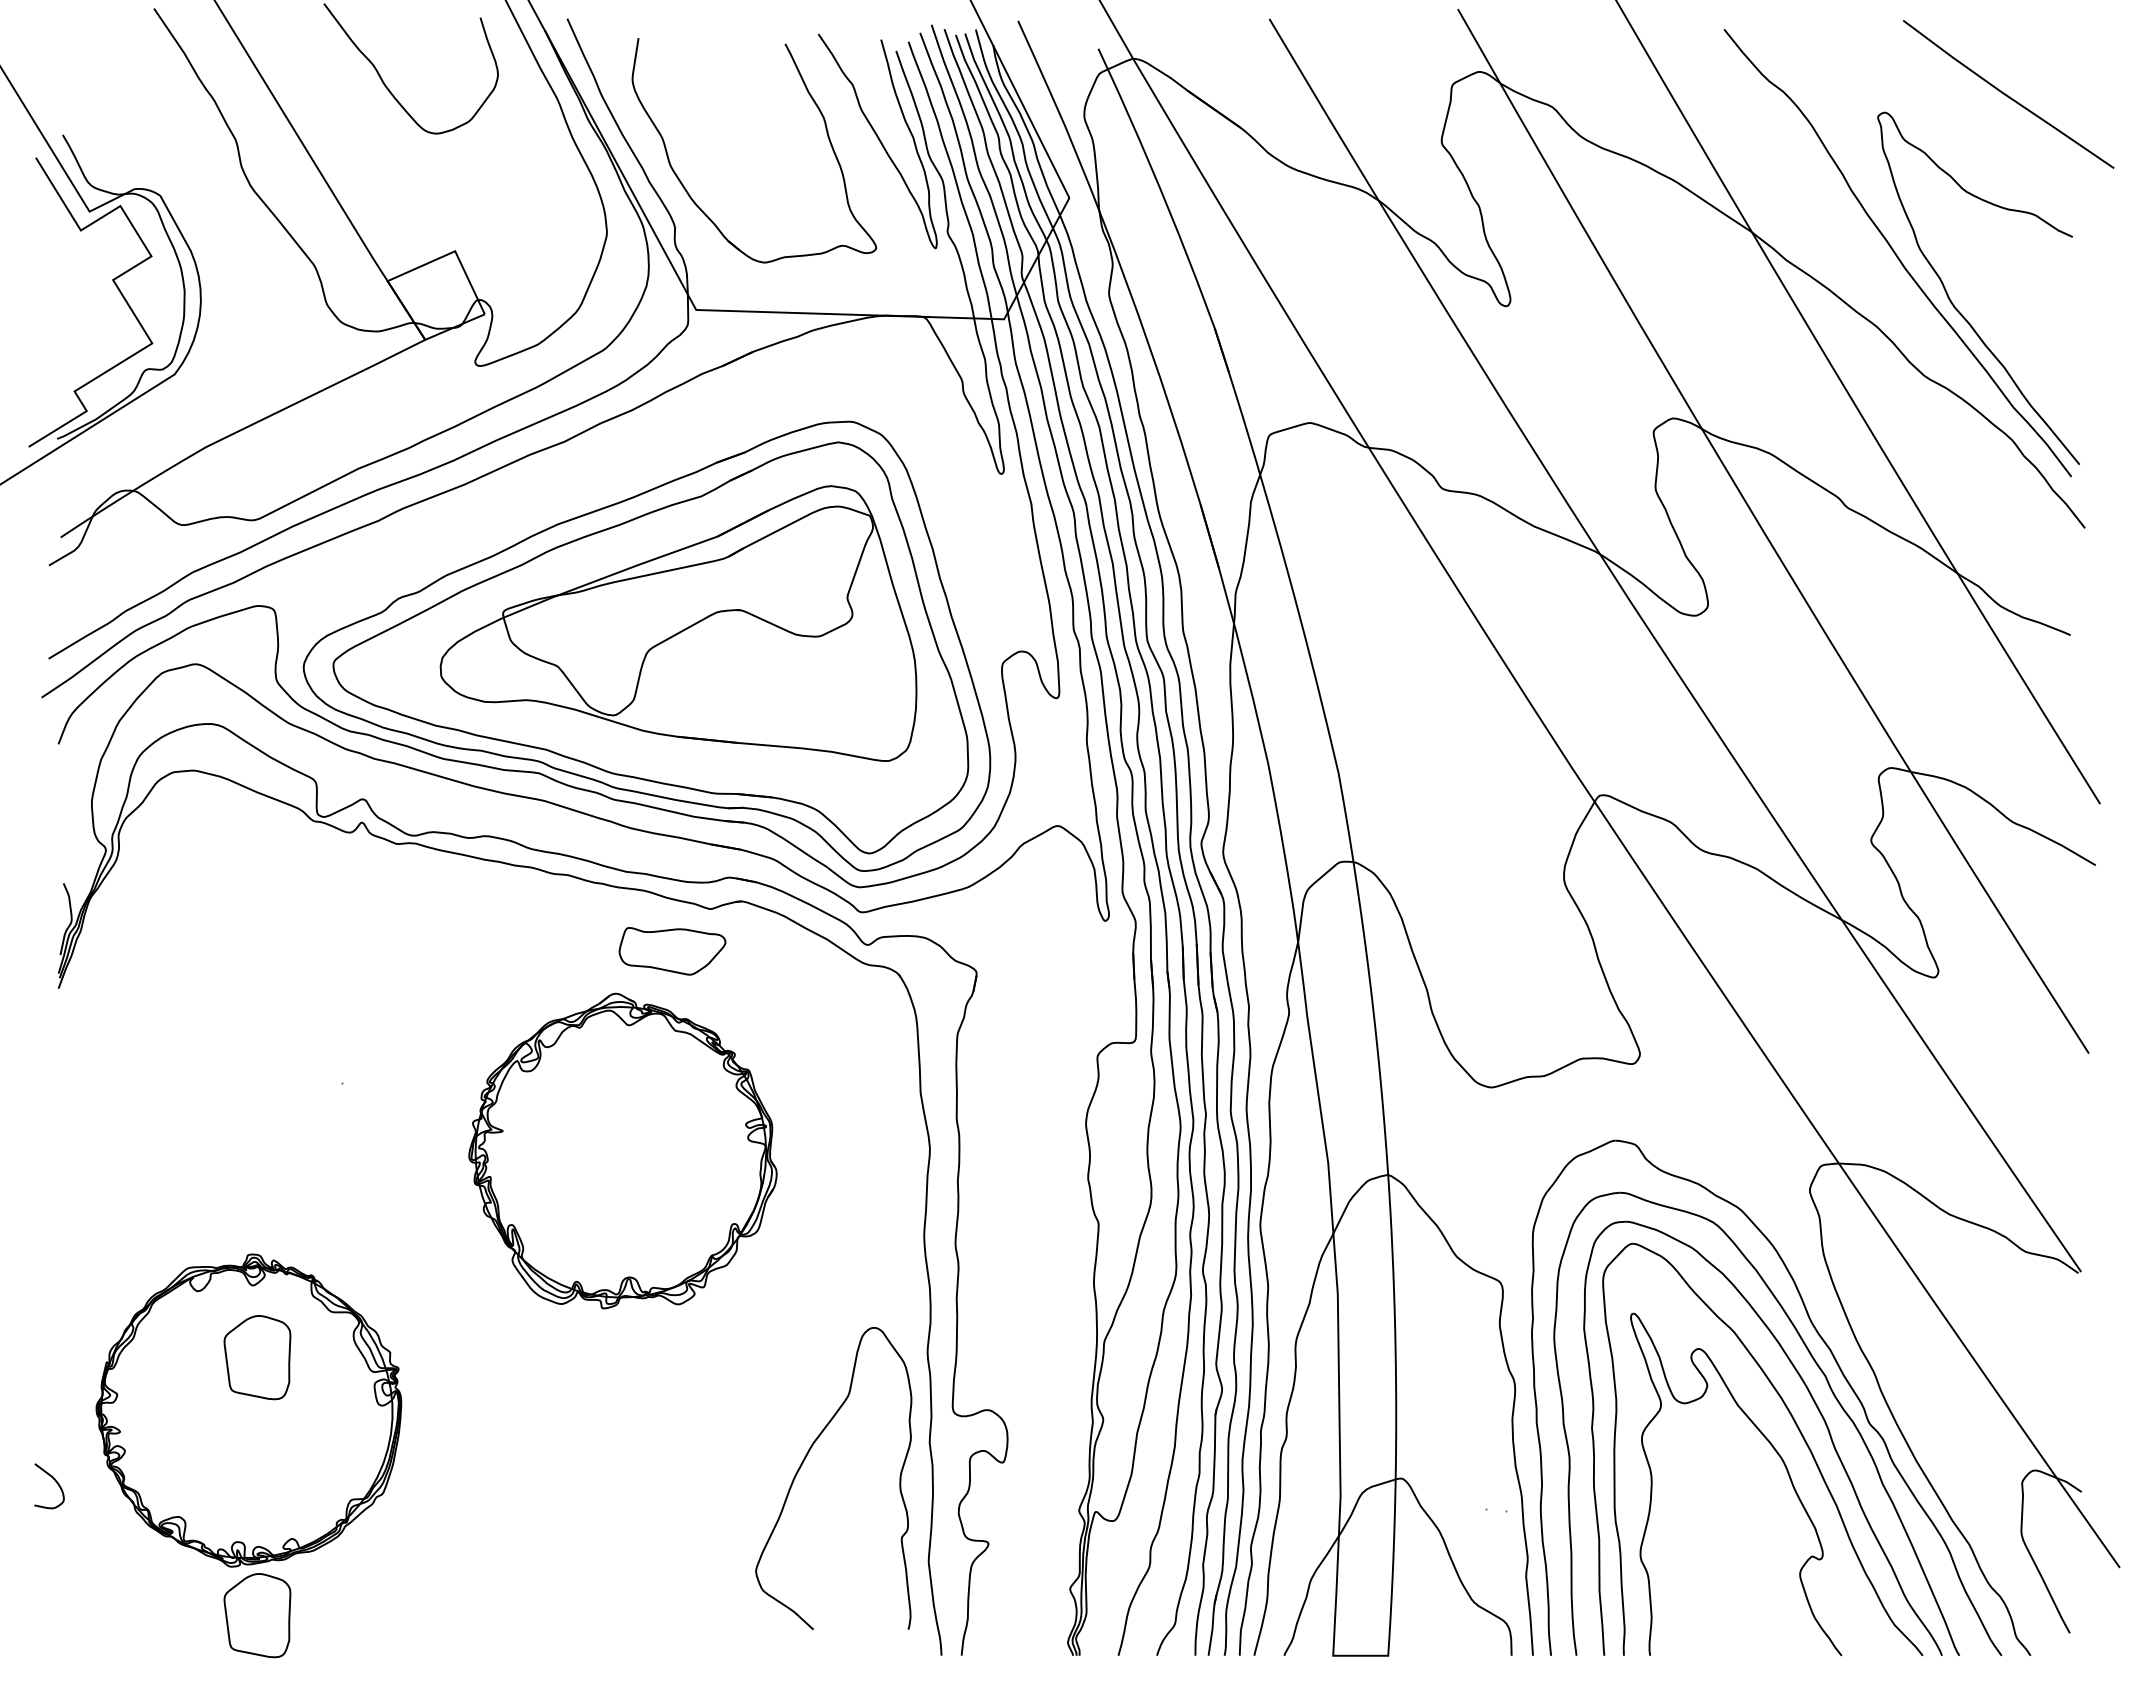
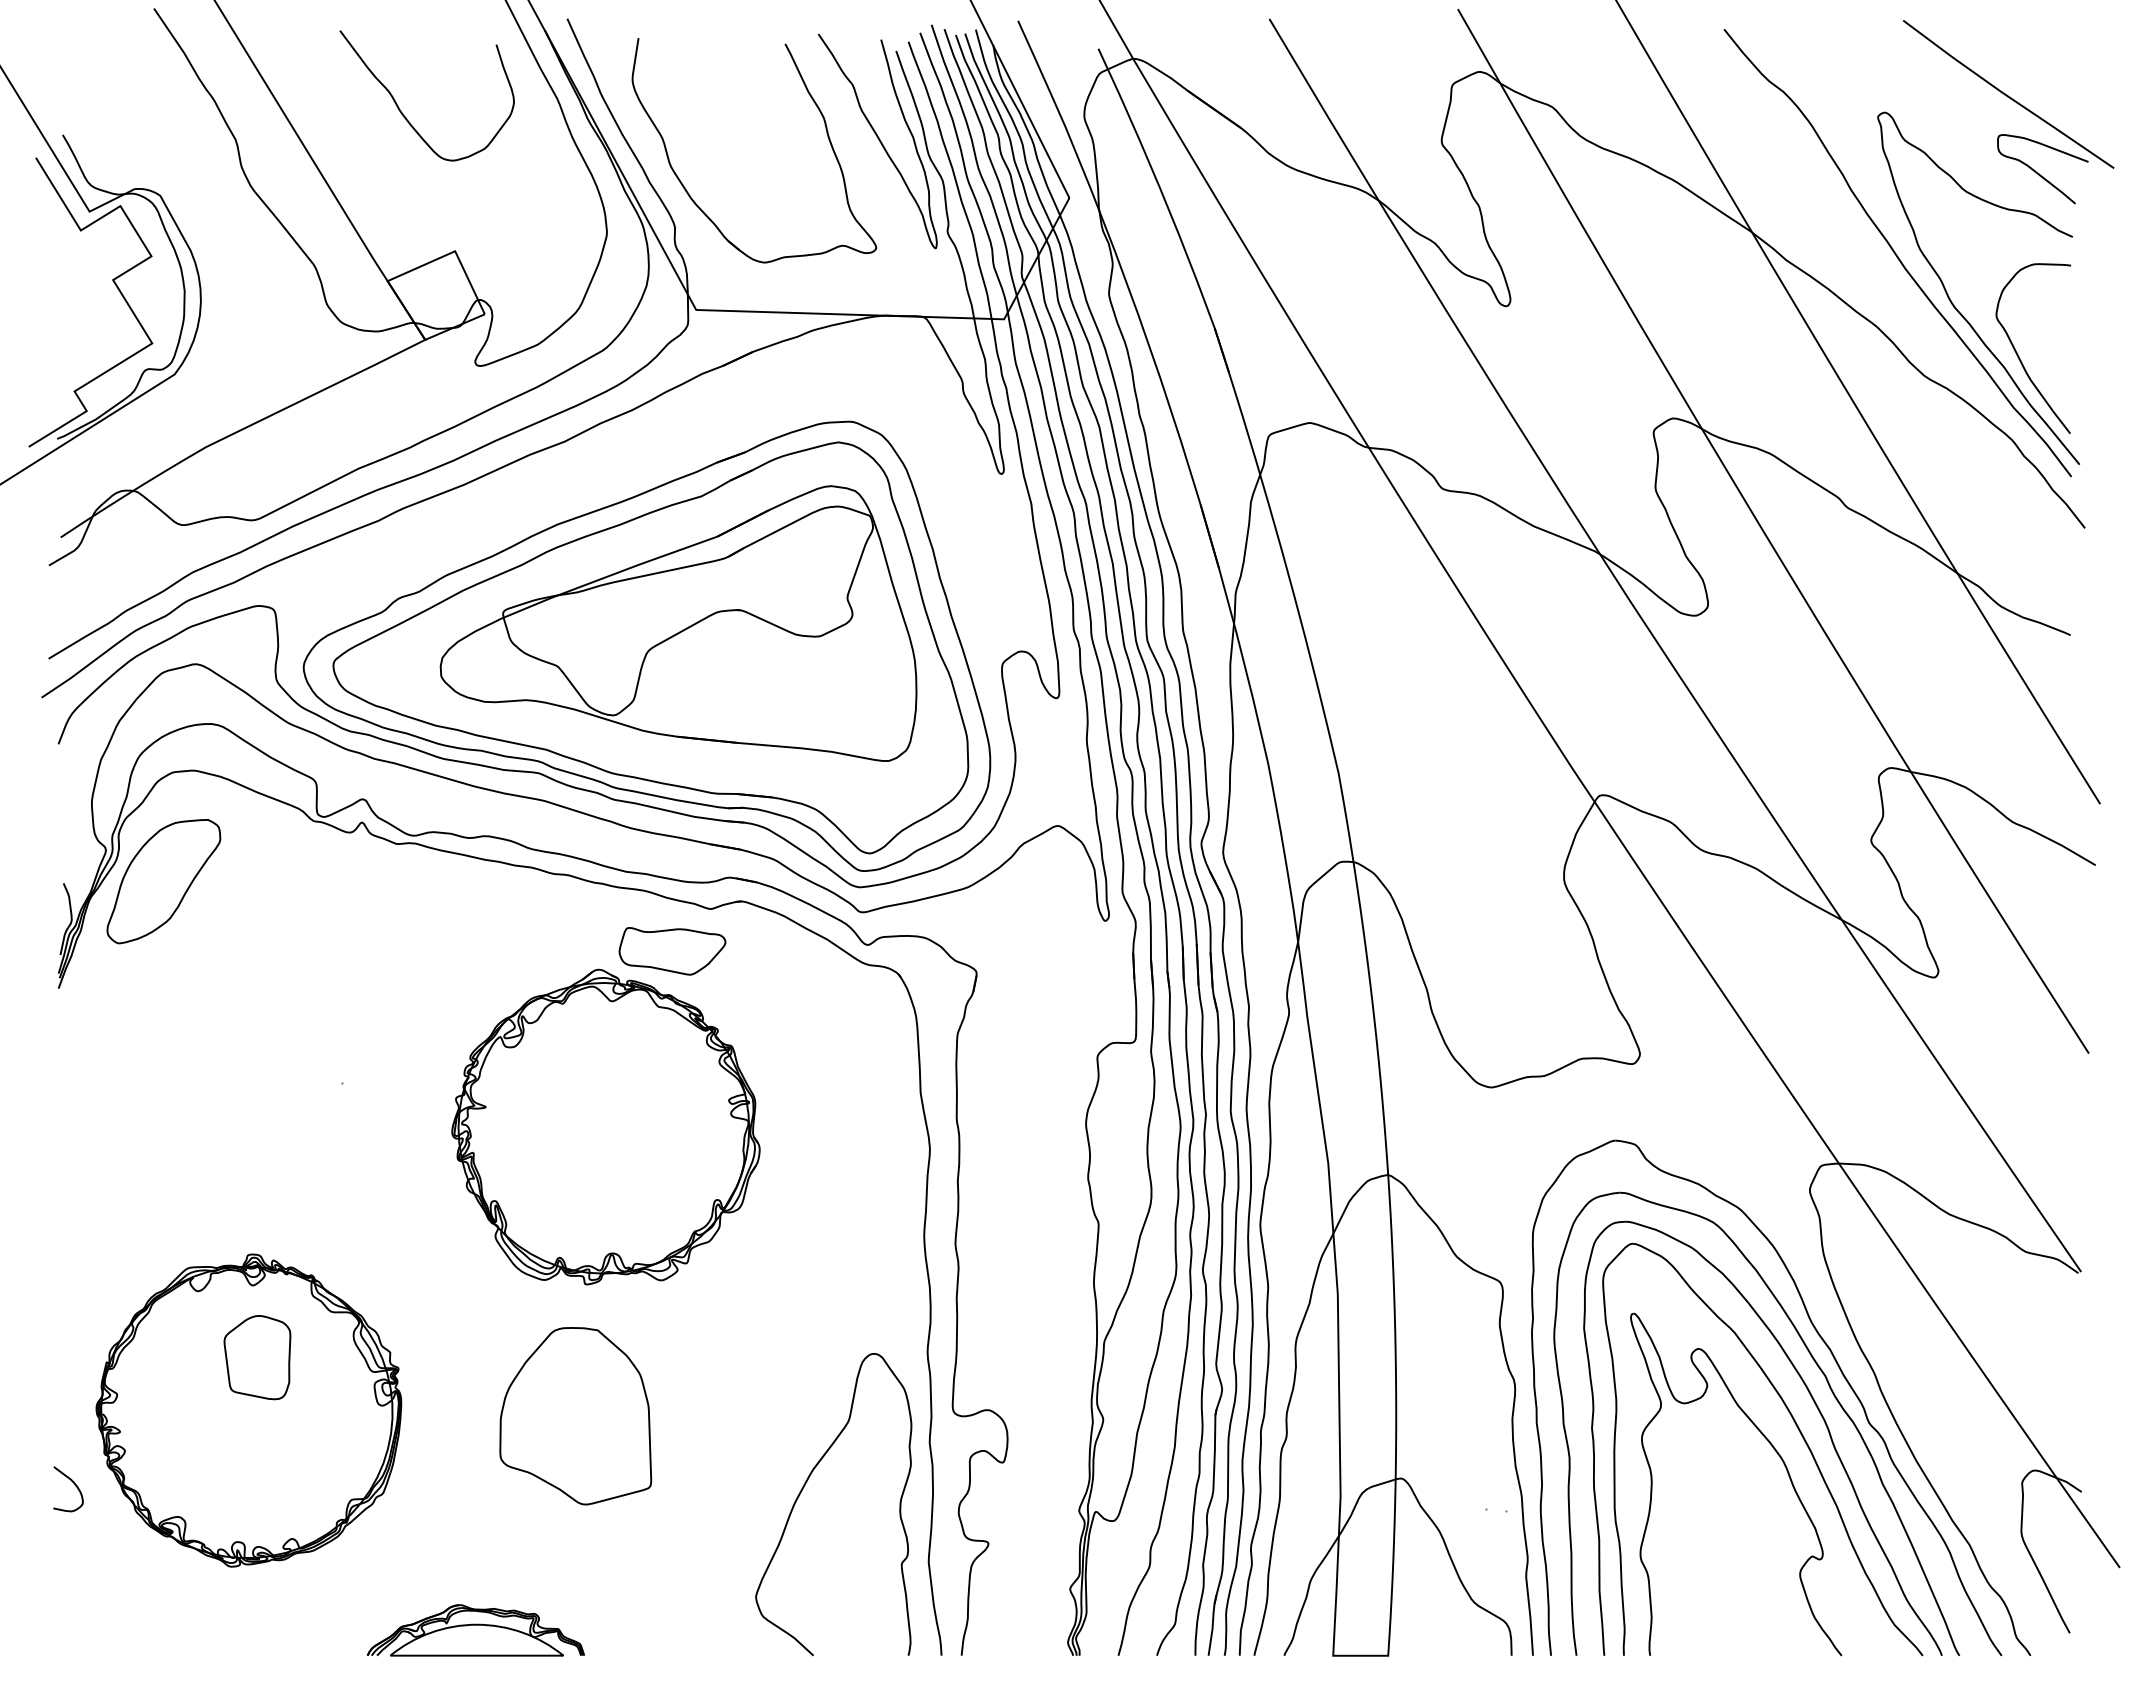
curve at (387, 86) position: (387, 86) -> (403, 113)
curve at (2038, 172): none -> present
curve at (2019, 356): none -> present
part at (163, 881): none -> present
part at (622, 1150) position: (622, 1150) -> (605, 1126)
part at (575, 1416): none -> present
curve at (803, 1463) position: (803, 1463) -> (803, 1489)
curve at (55, 1482) position: (55, 1482) -> (74, 1485)
part at (257, 1615): present -> none
part at (475, 1630): none -> present
